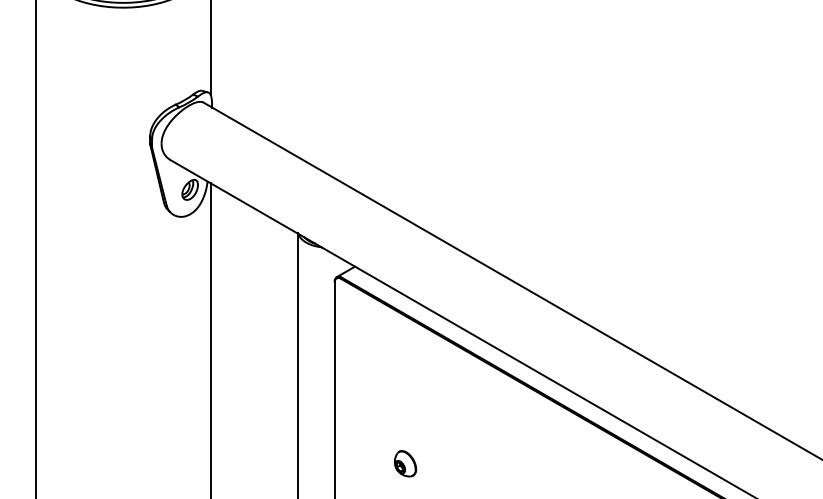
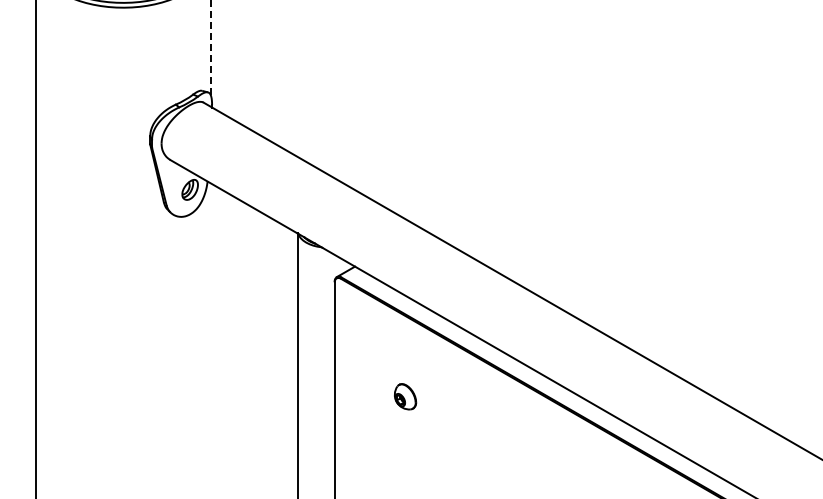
line at (210, 47): solid -> dashed
line at (210, 339): present -> none
part at (405, 463) position: (405, 463) -> (405, 396)
